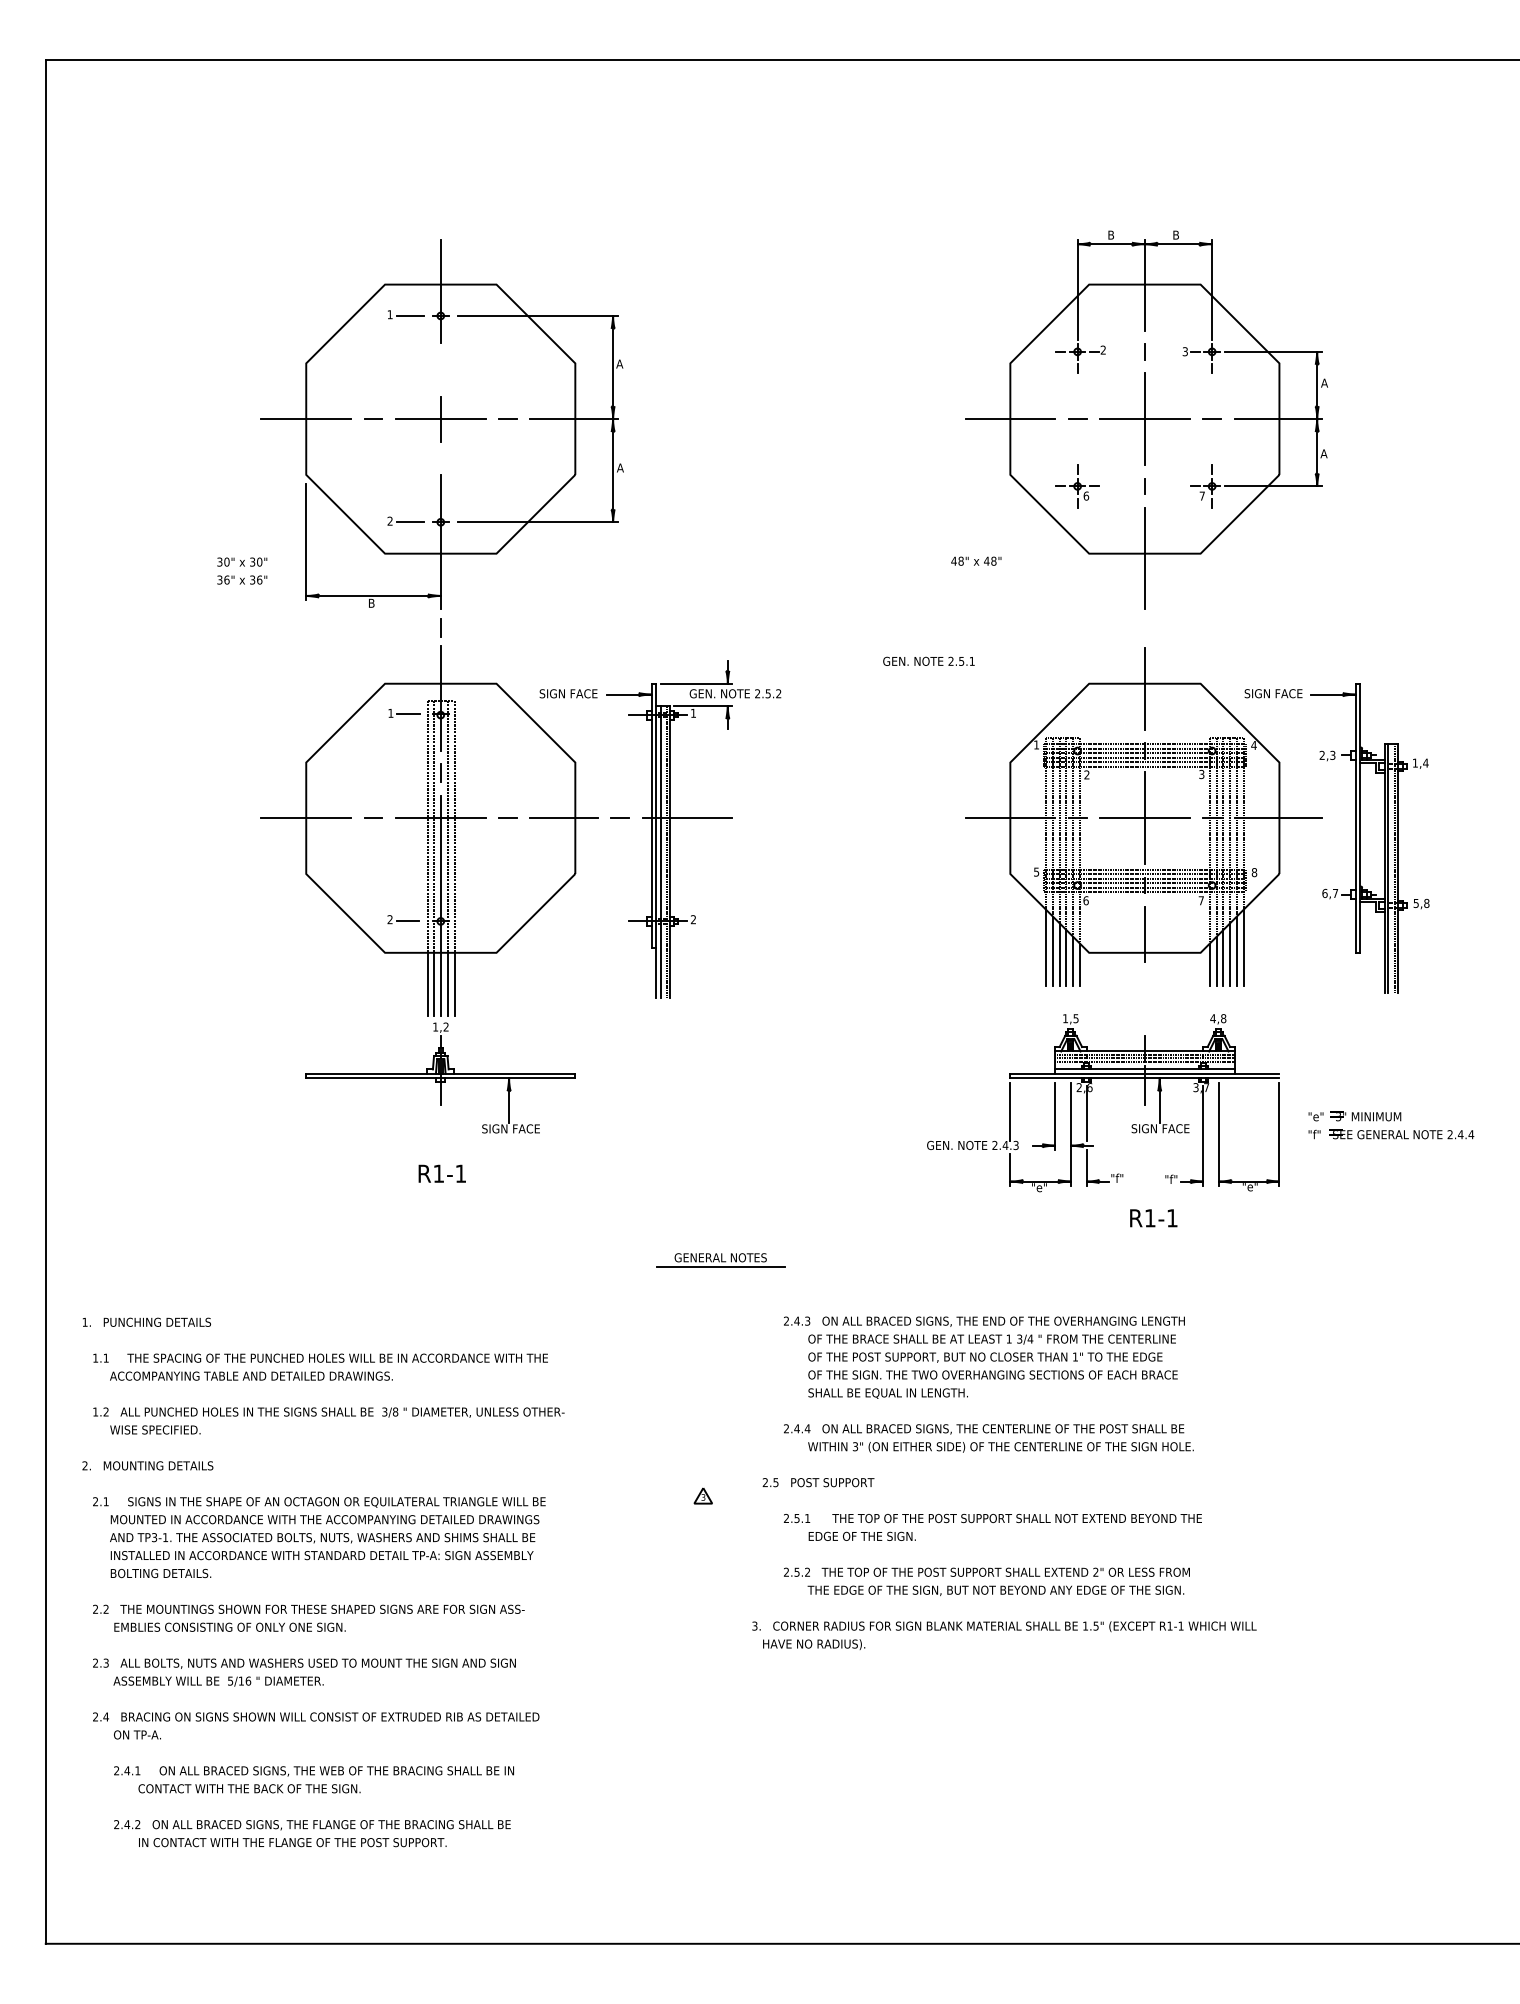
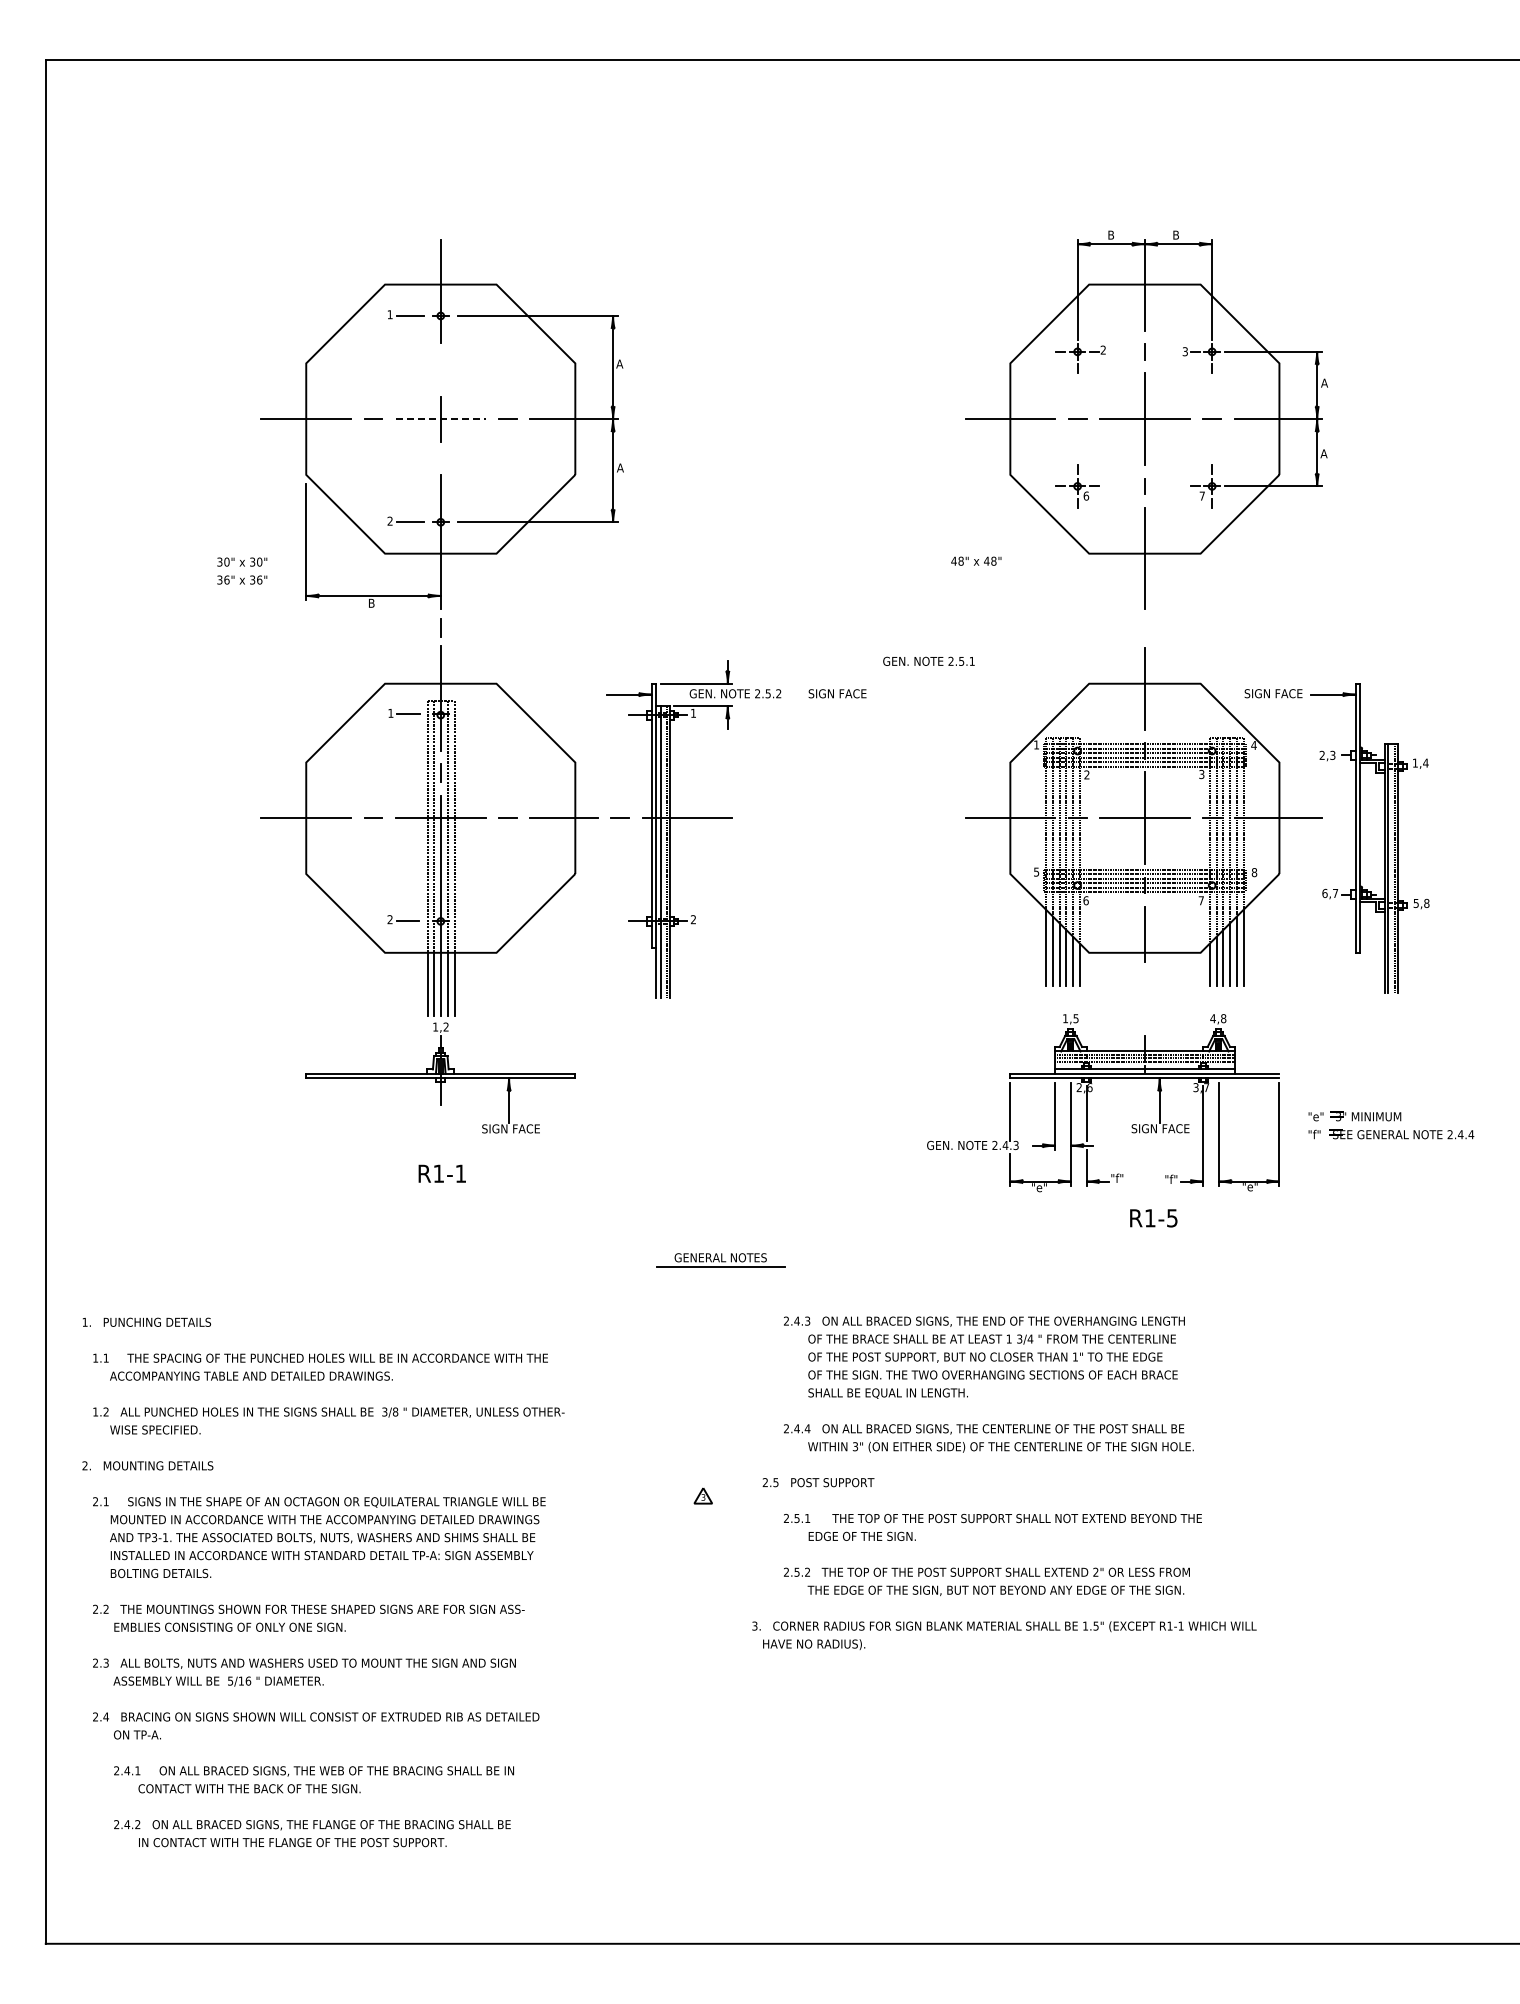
line at (440, 419): solid -> dashed
text at (568, 693) position: (568, 693) -> (837, 693)
line at (1144, 1090): present -> none
text at (1172, 1218): R1-1 -> R1-5
